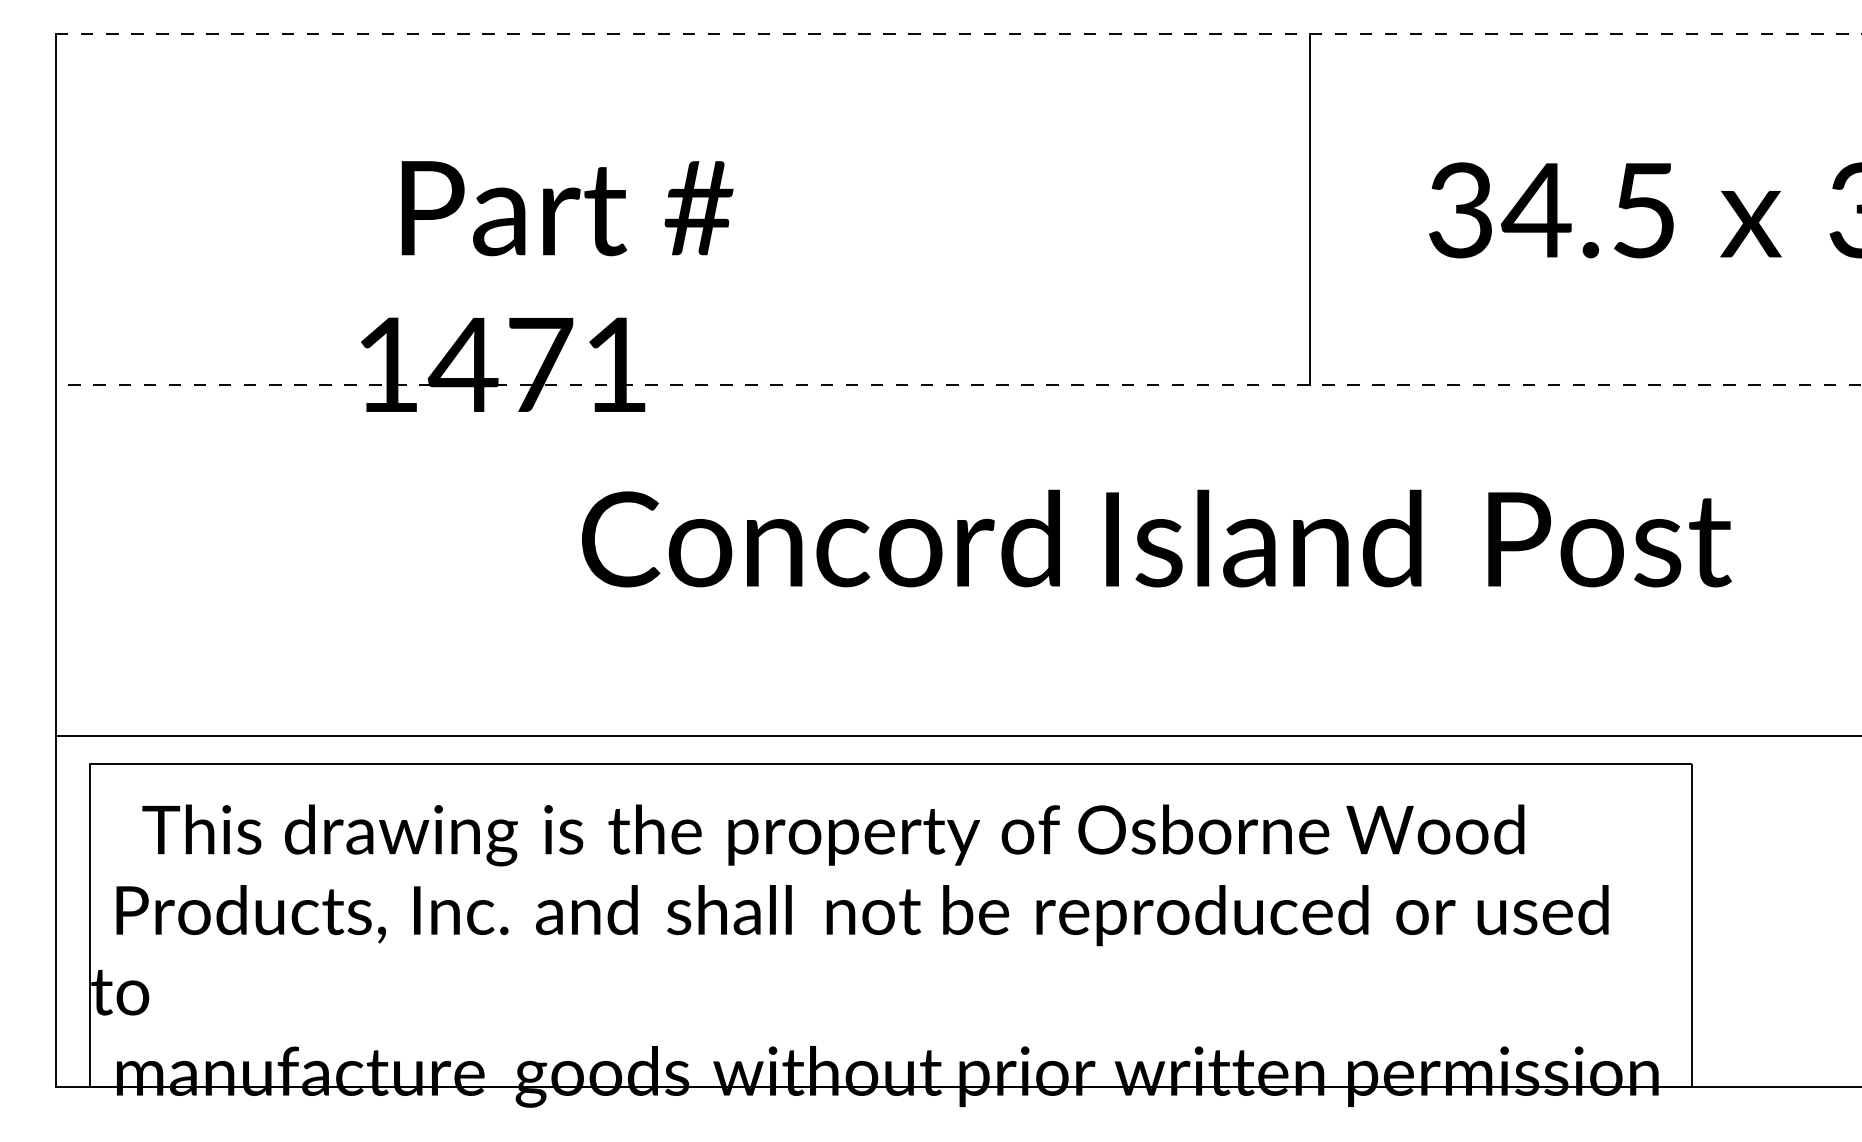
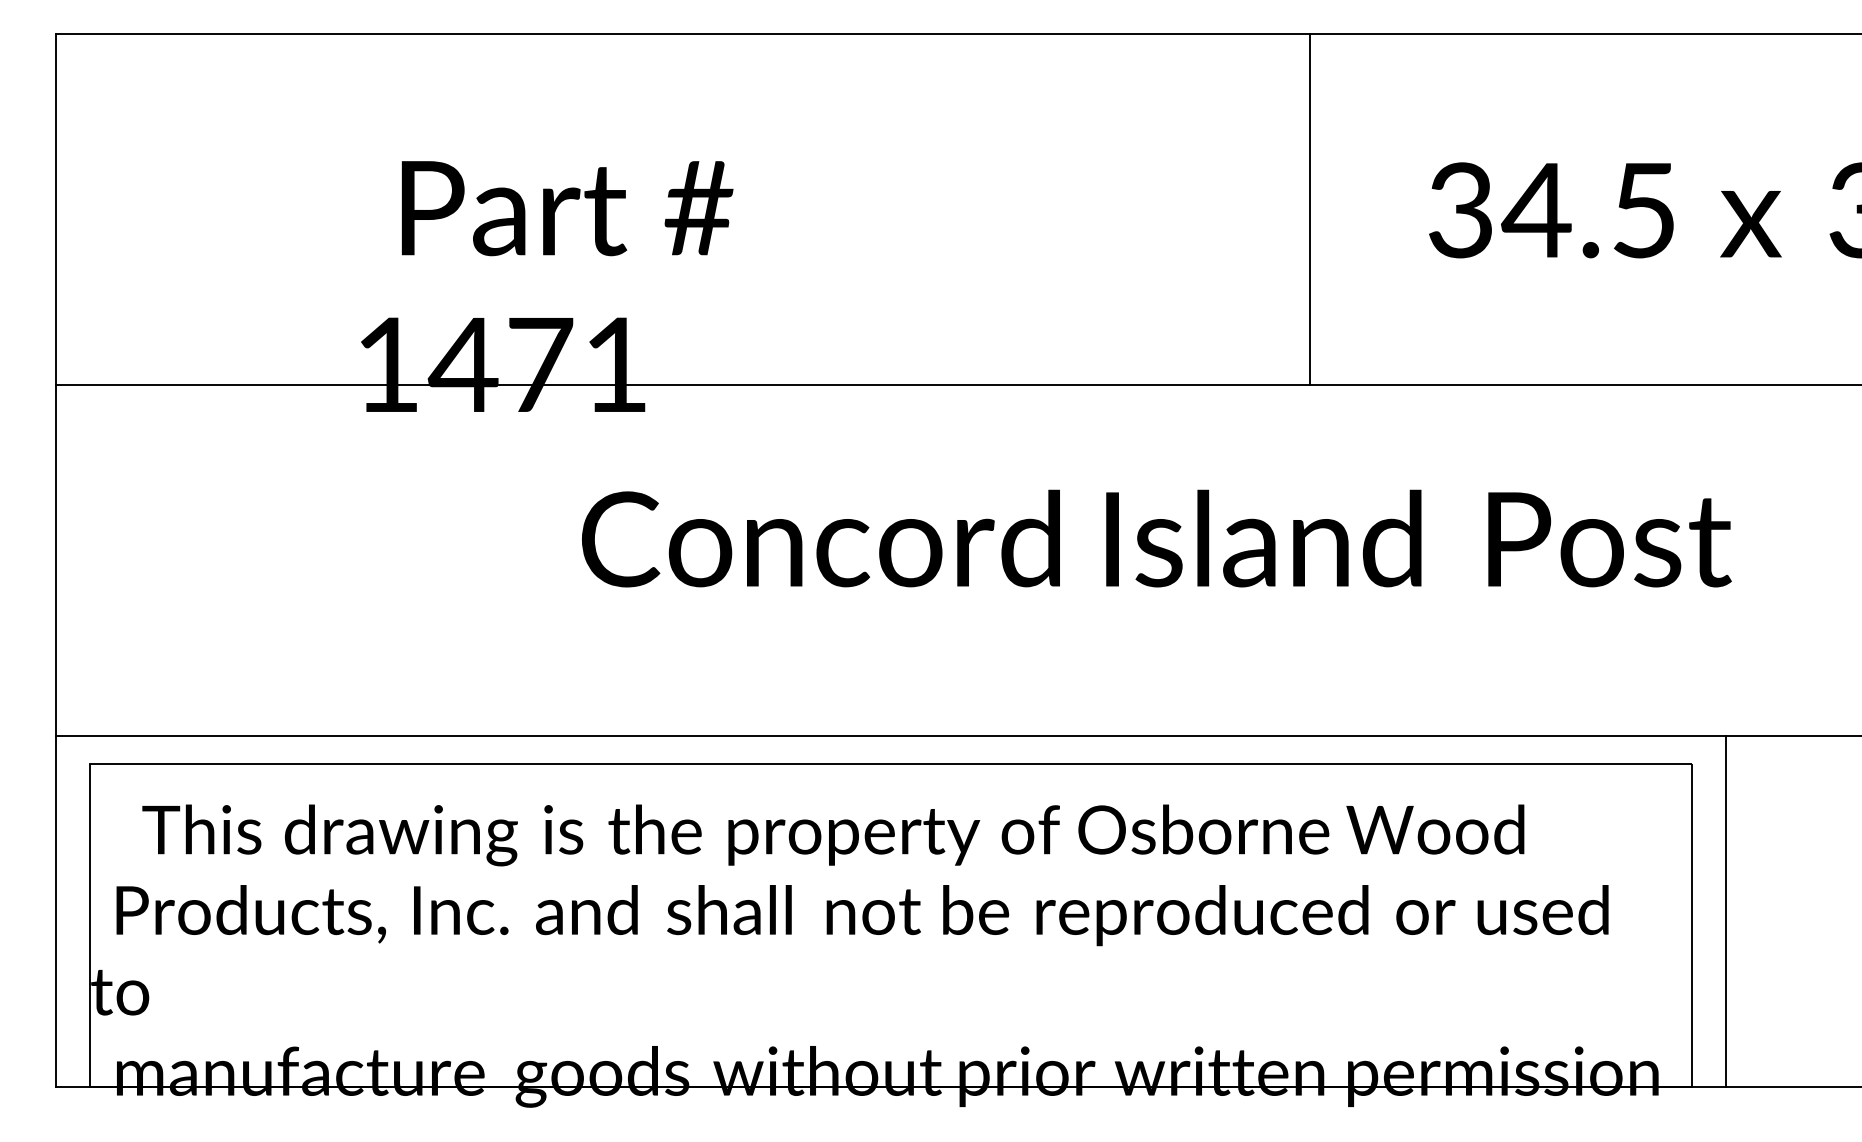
line at (958, 34): dashed -> solid
line at (958, 385): dashed -> solid
line at (1726, 911): none -> present
